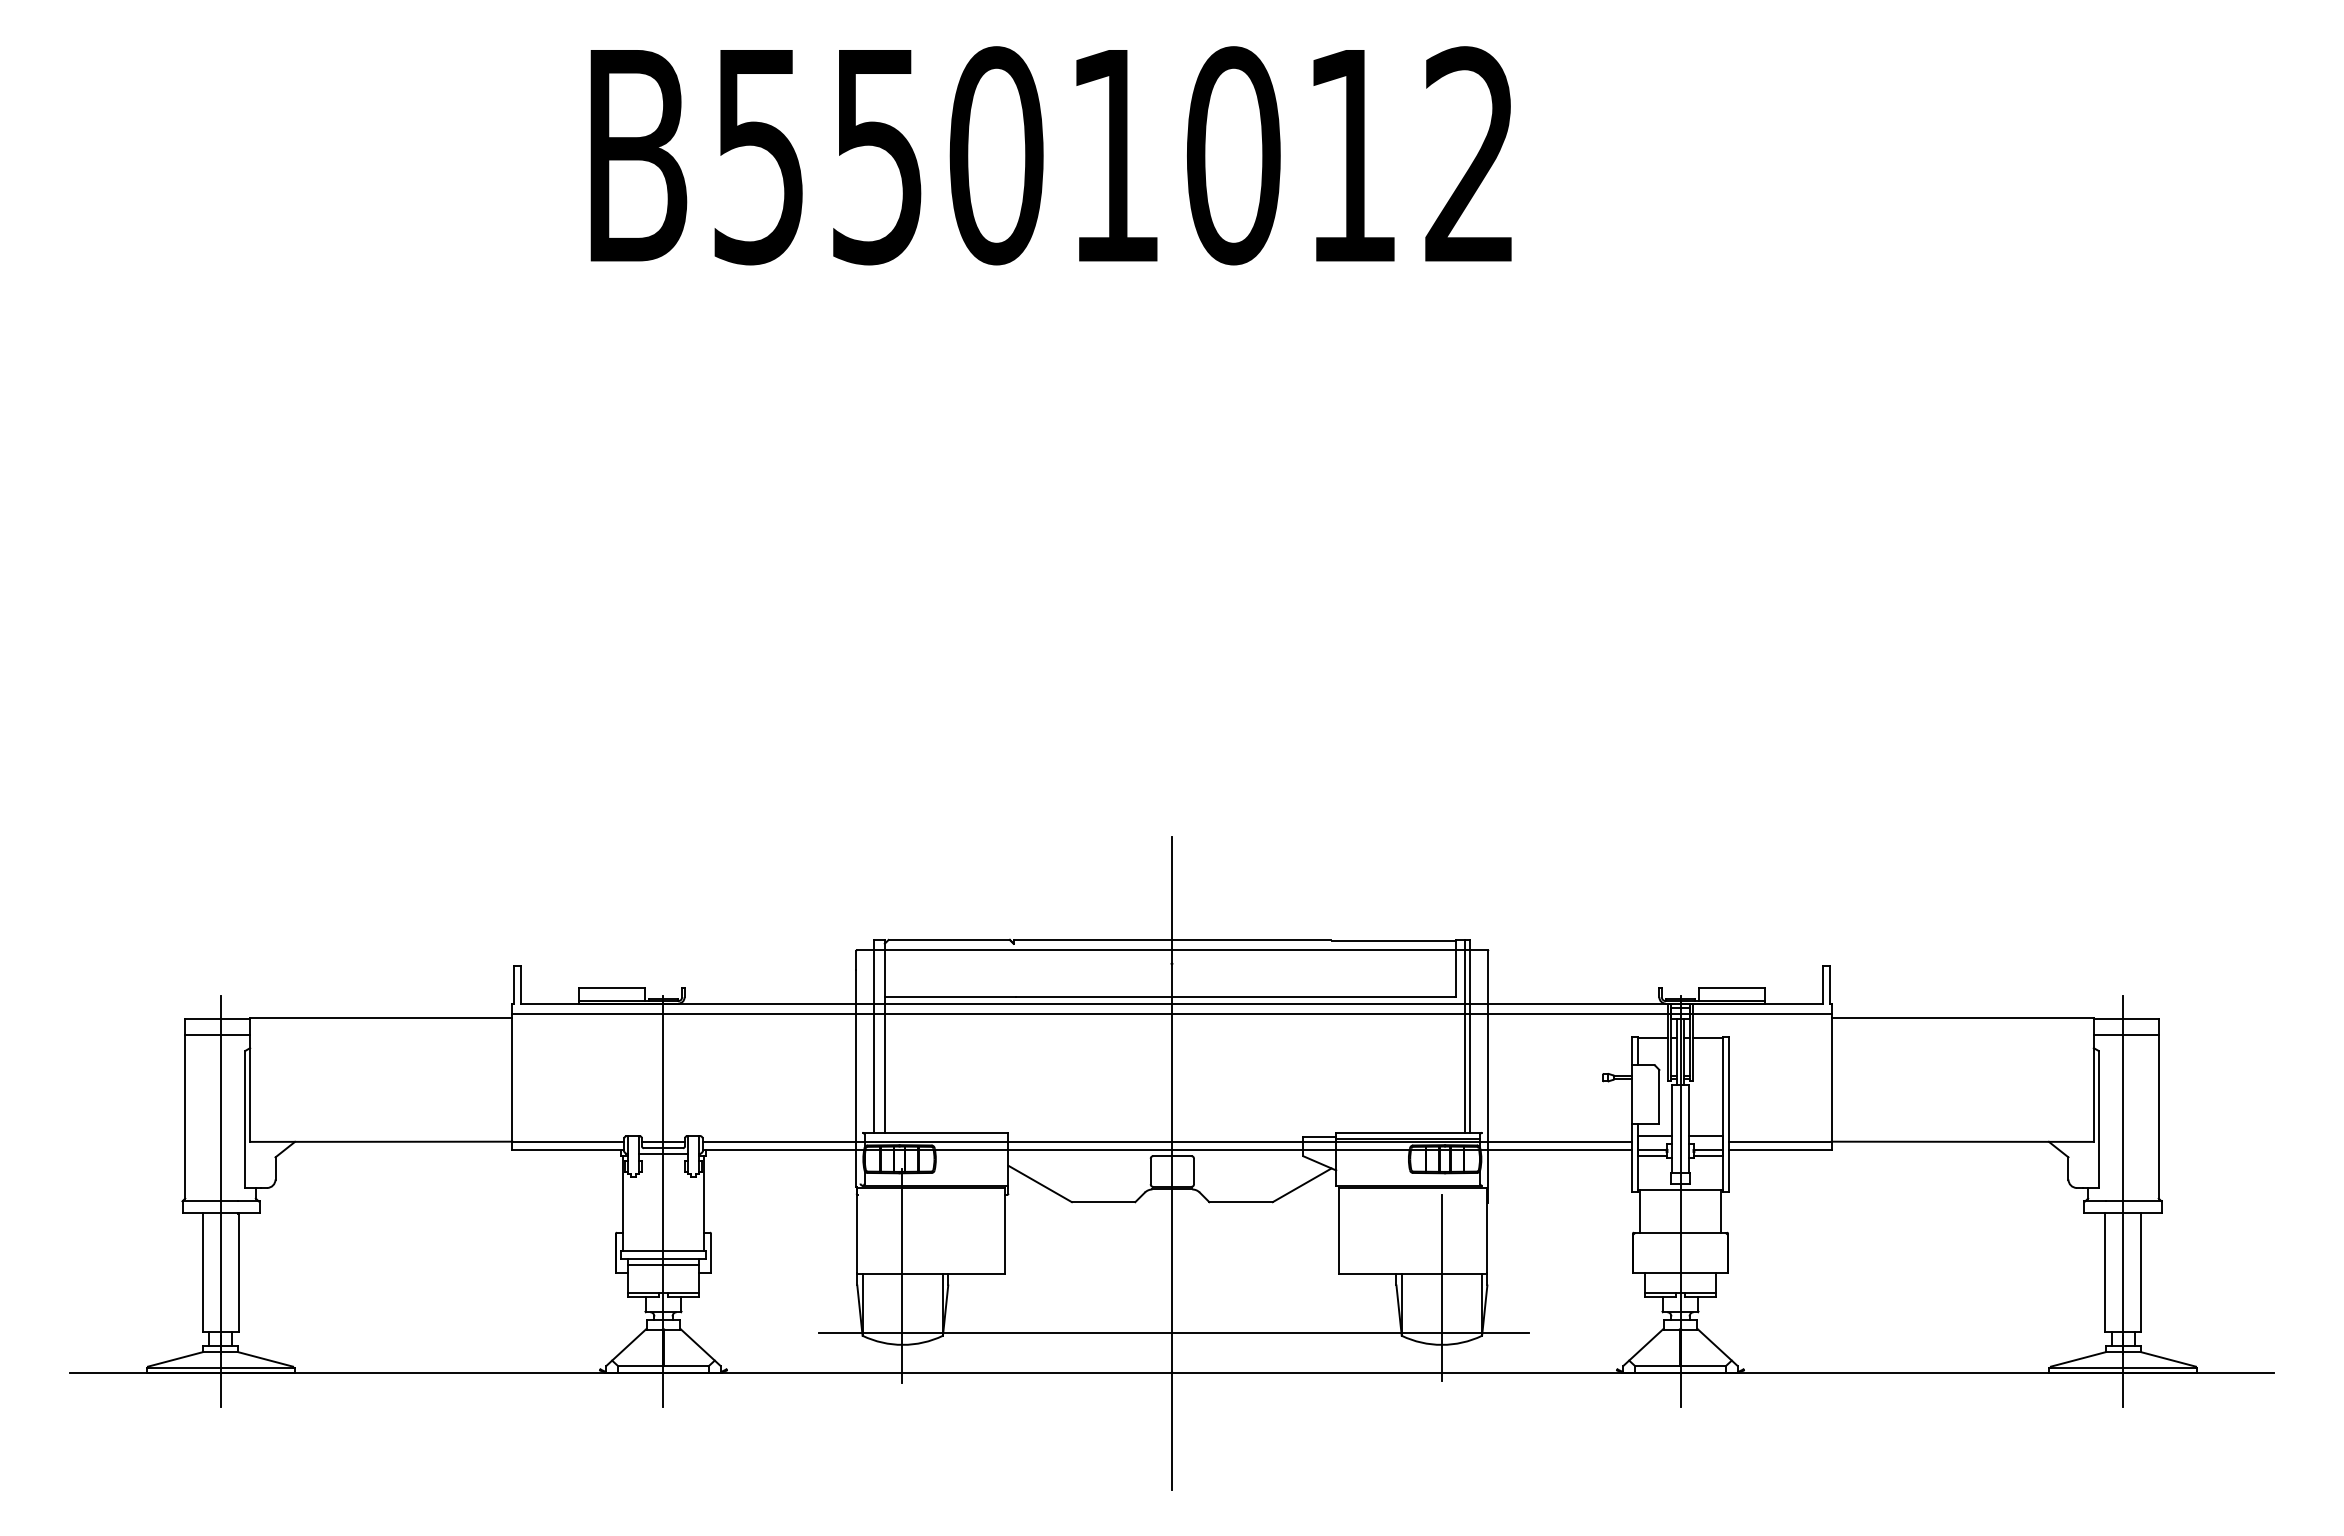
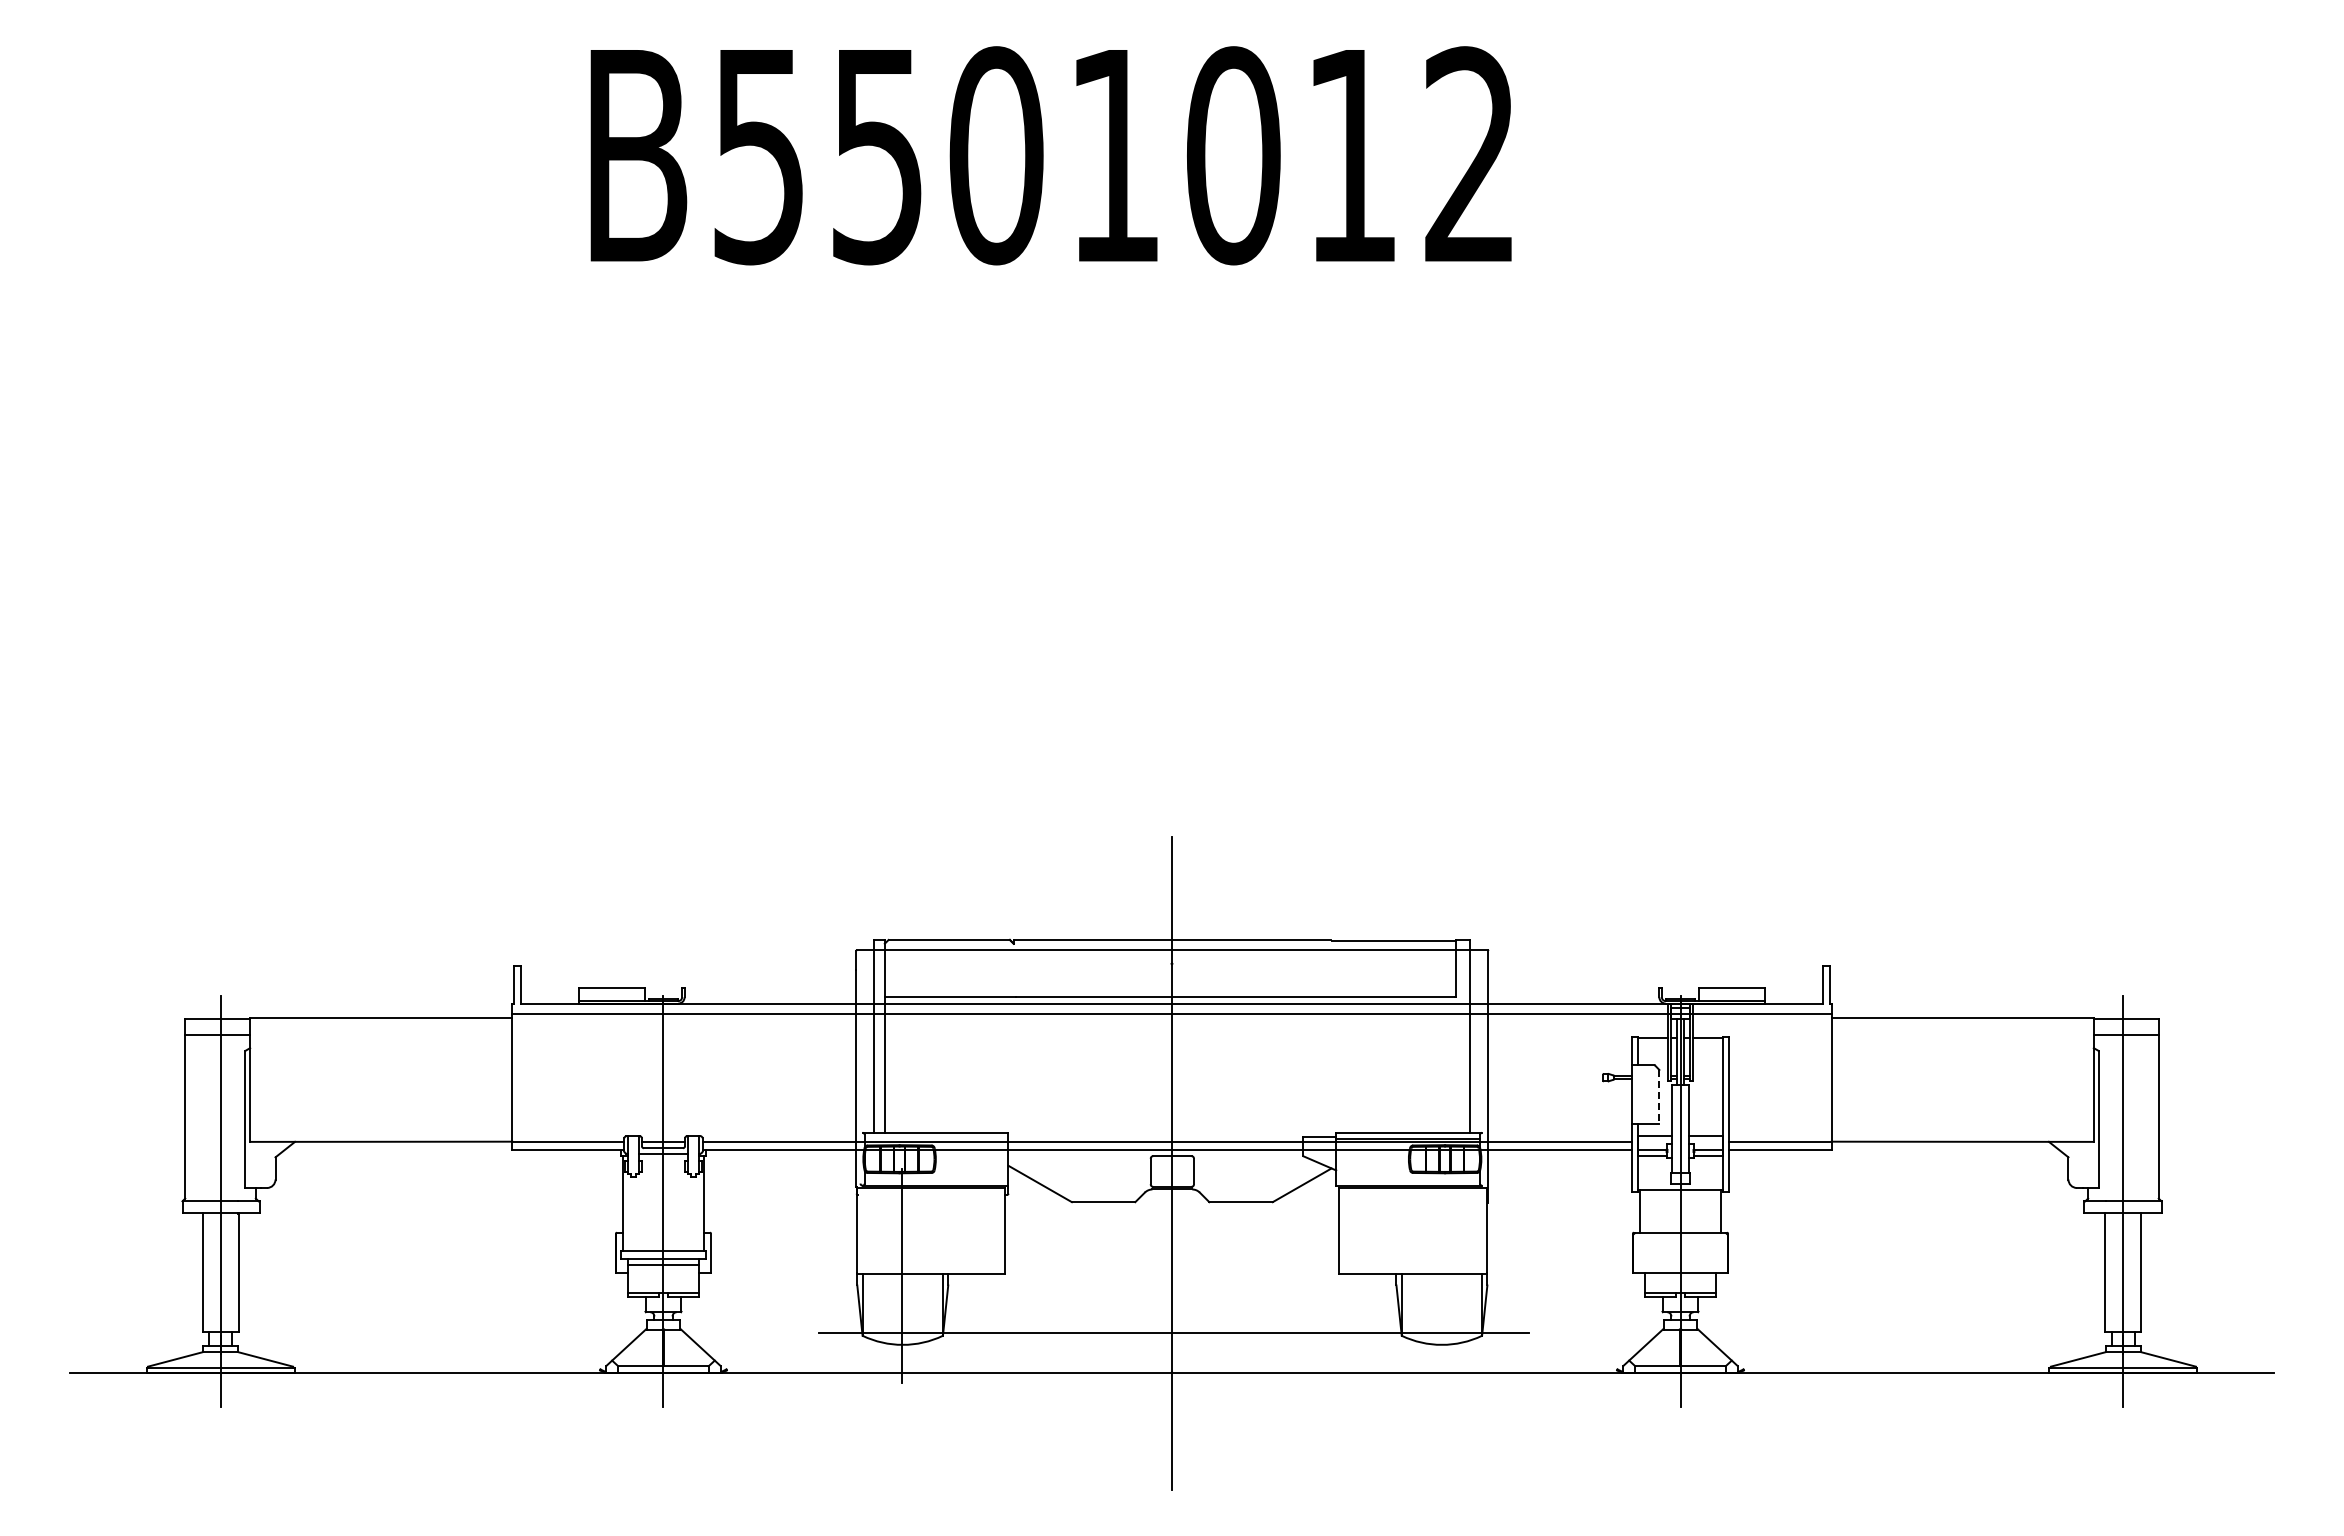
line at (1465, 1035): present -> none
line at (1659, 1096): solid -> dashed
line at (1441, 1287): present -> none
